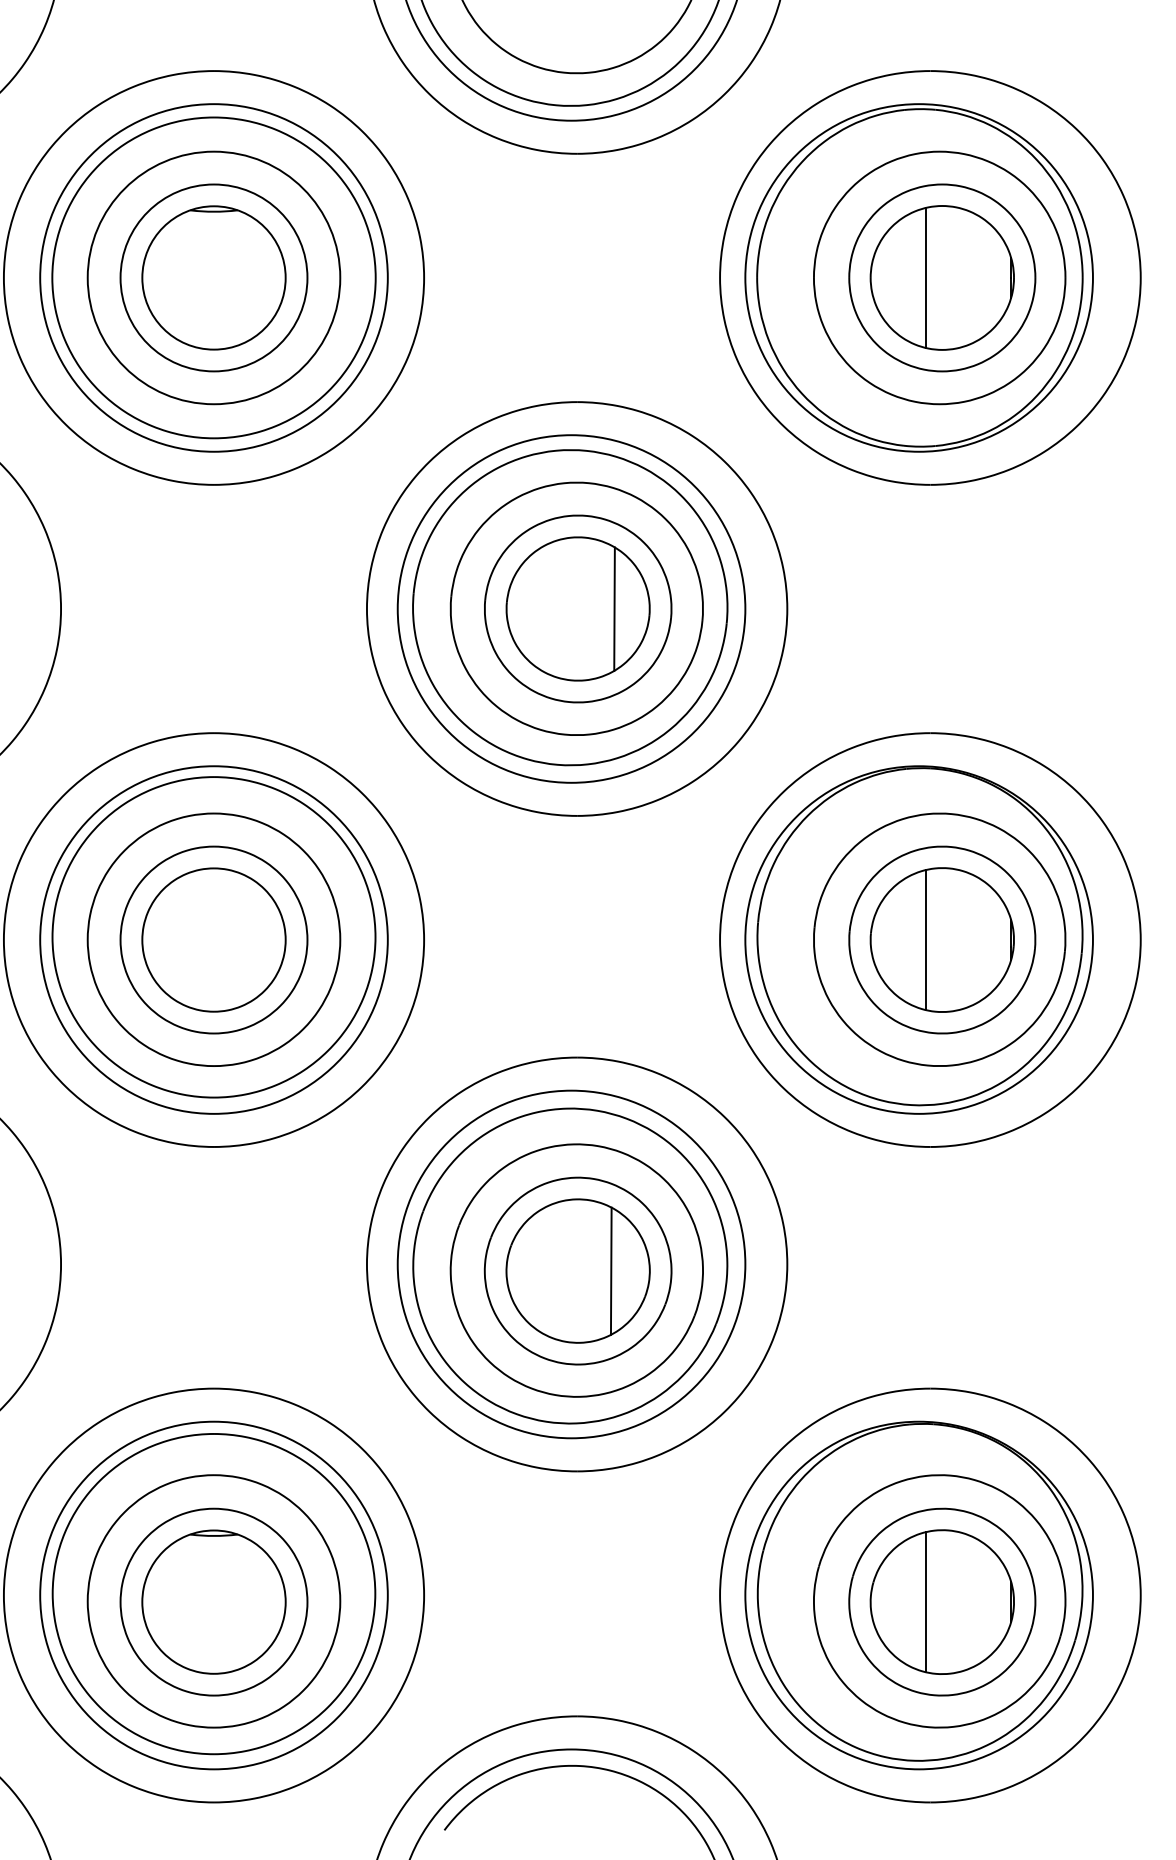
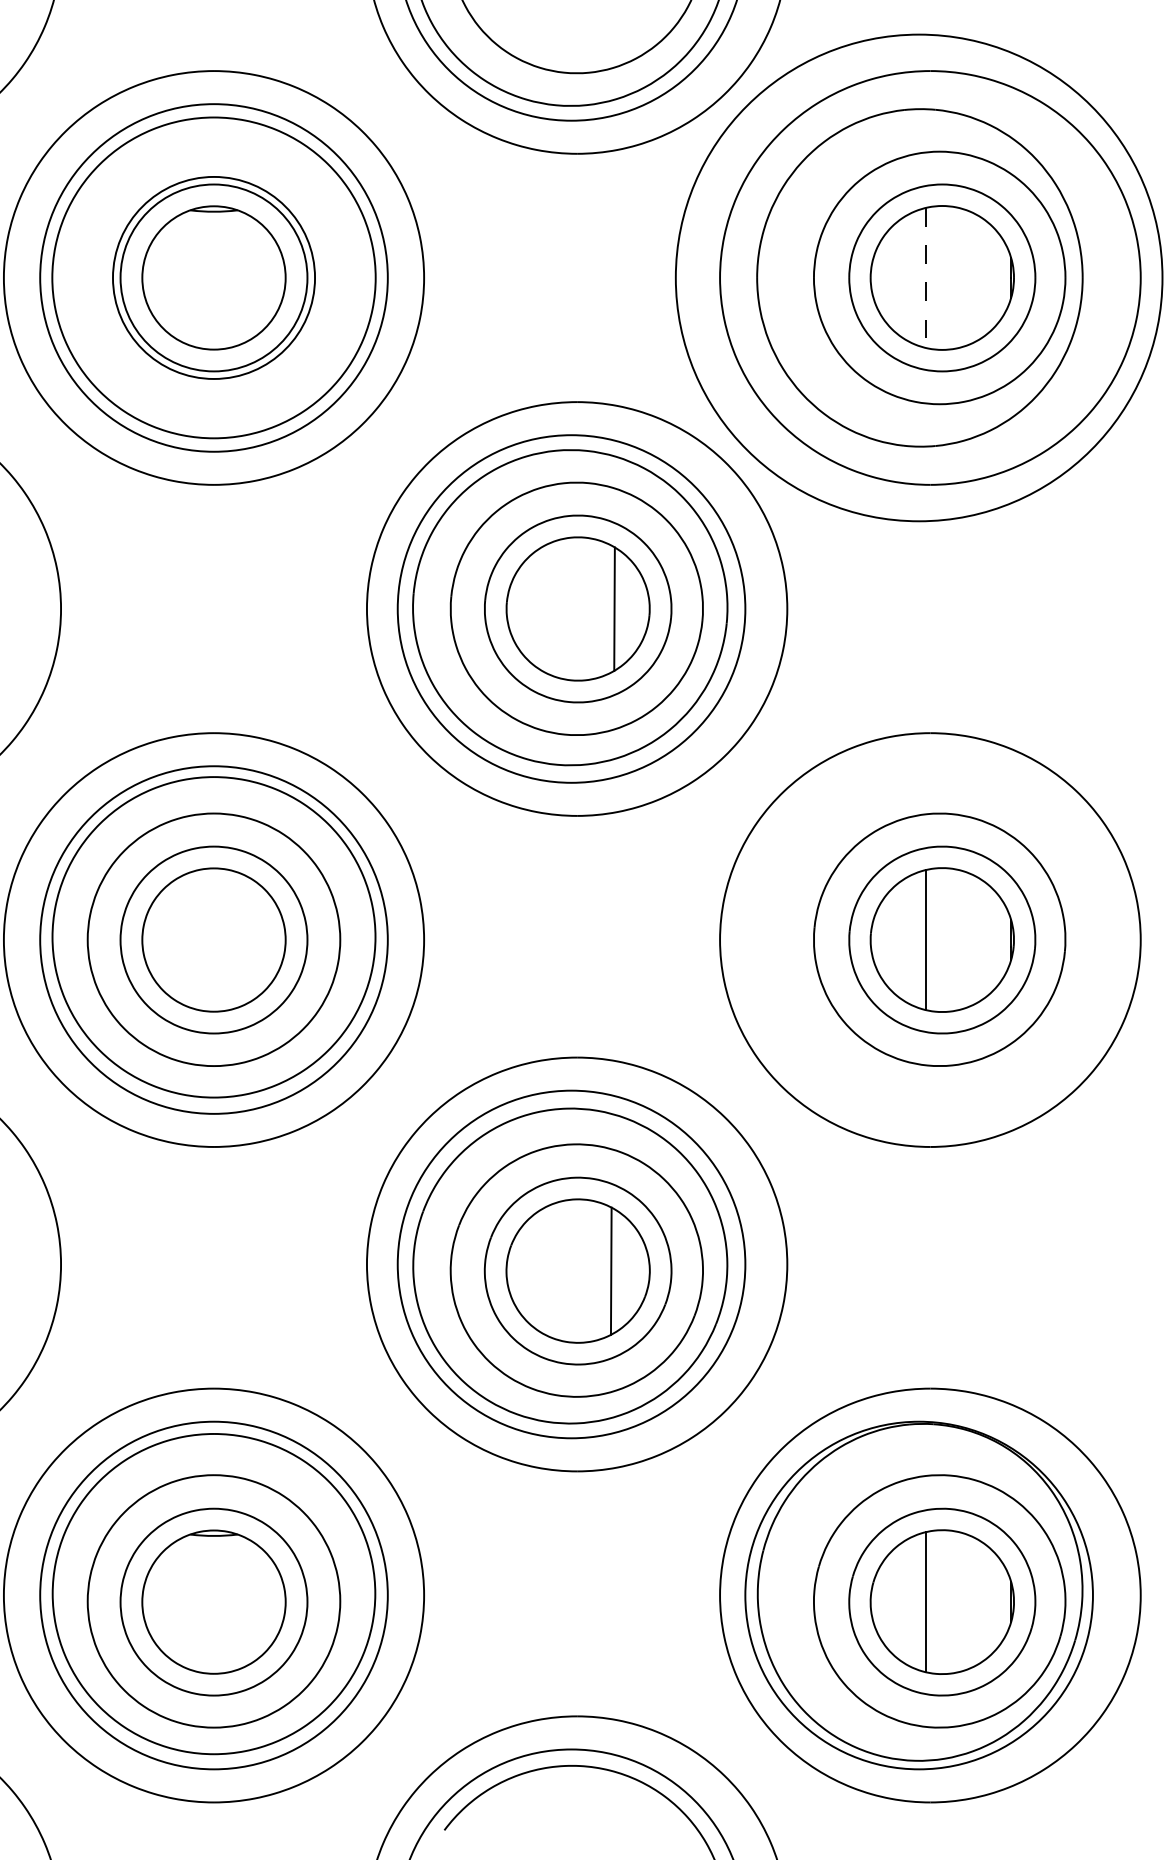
circle at (213, 277) diameter: 253 px -> 202 px
circle at (918, 277) diameter: 348 px -> 487 px
line at (925, 278): solid -> dashed
part at (918, 939): present -> none
